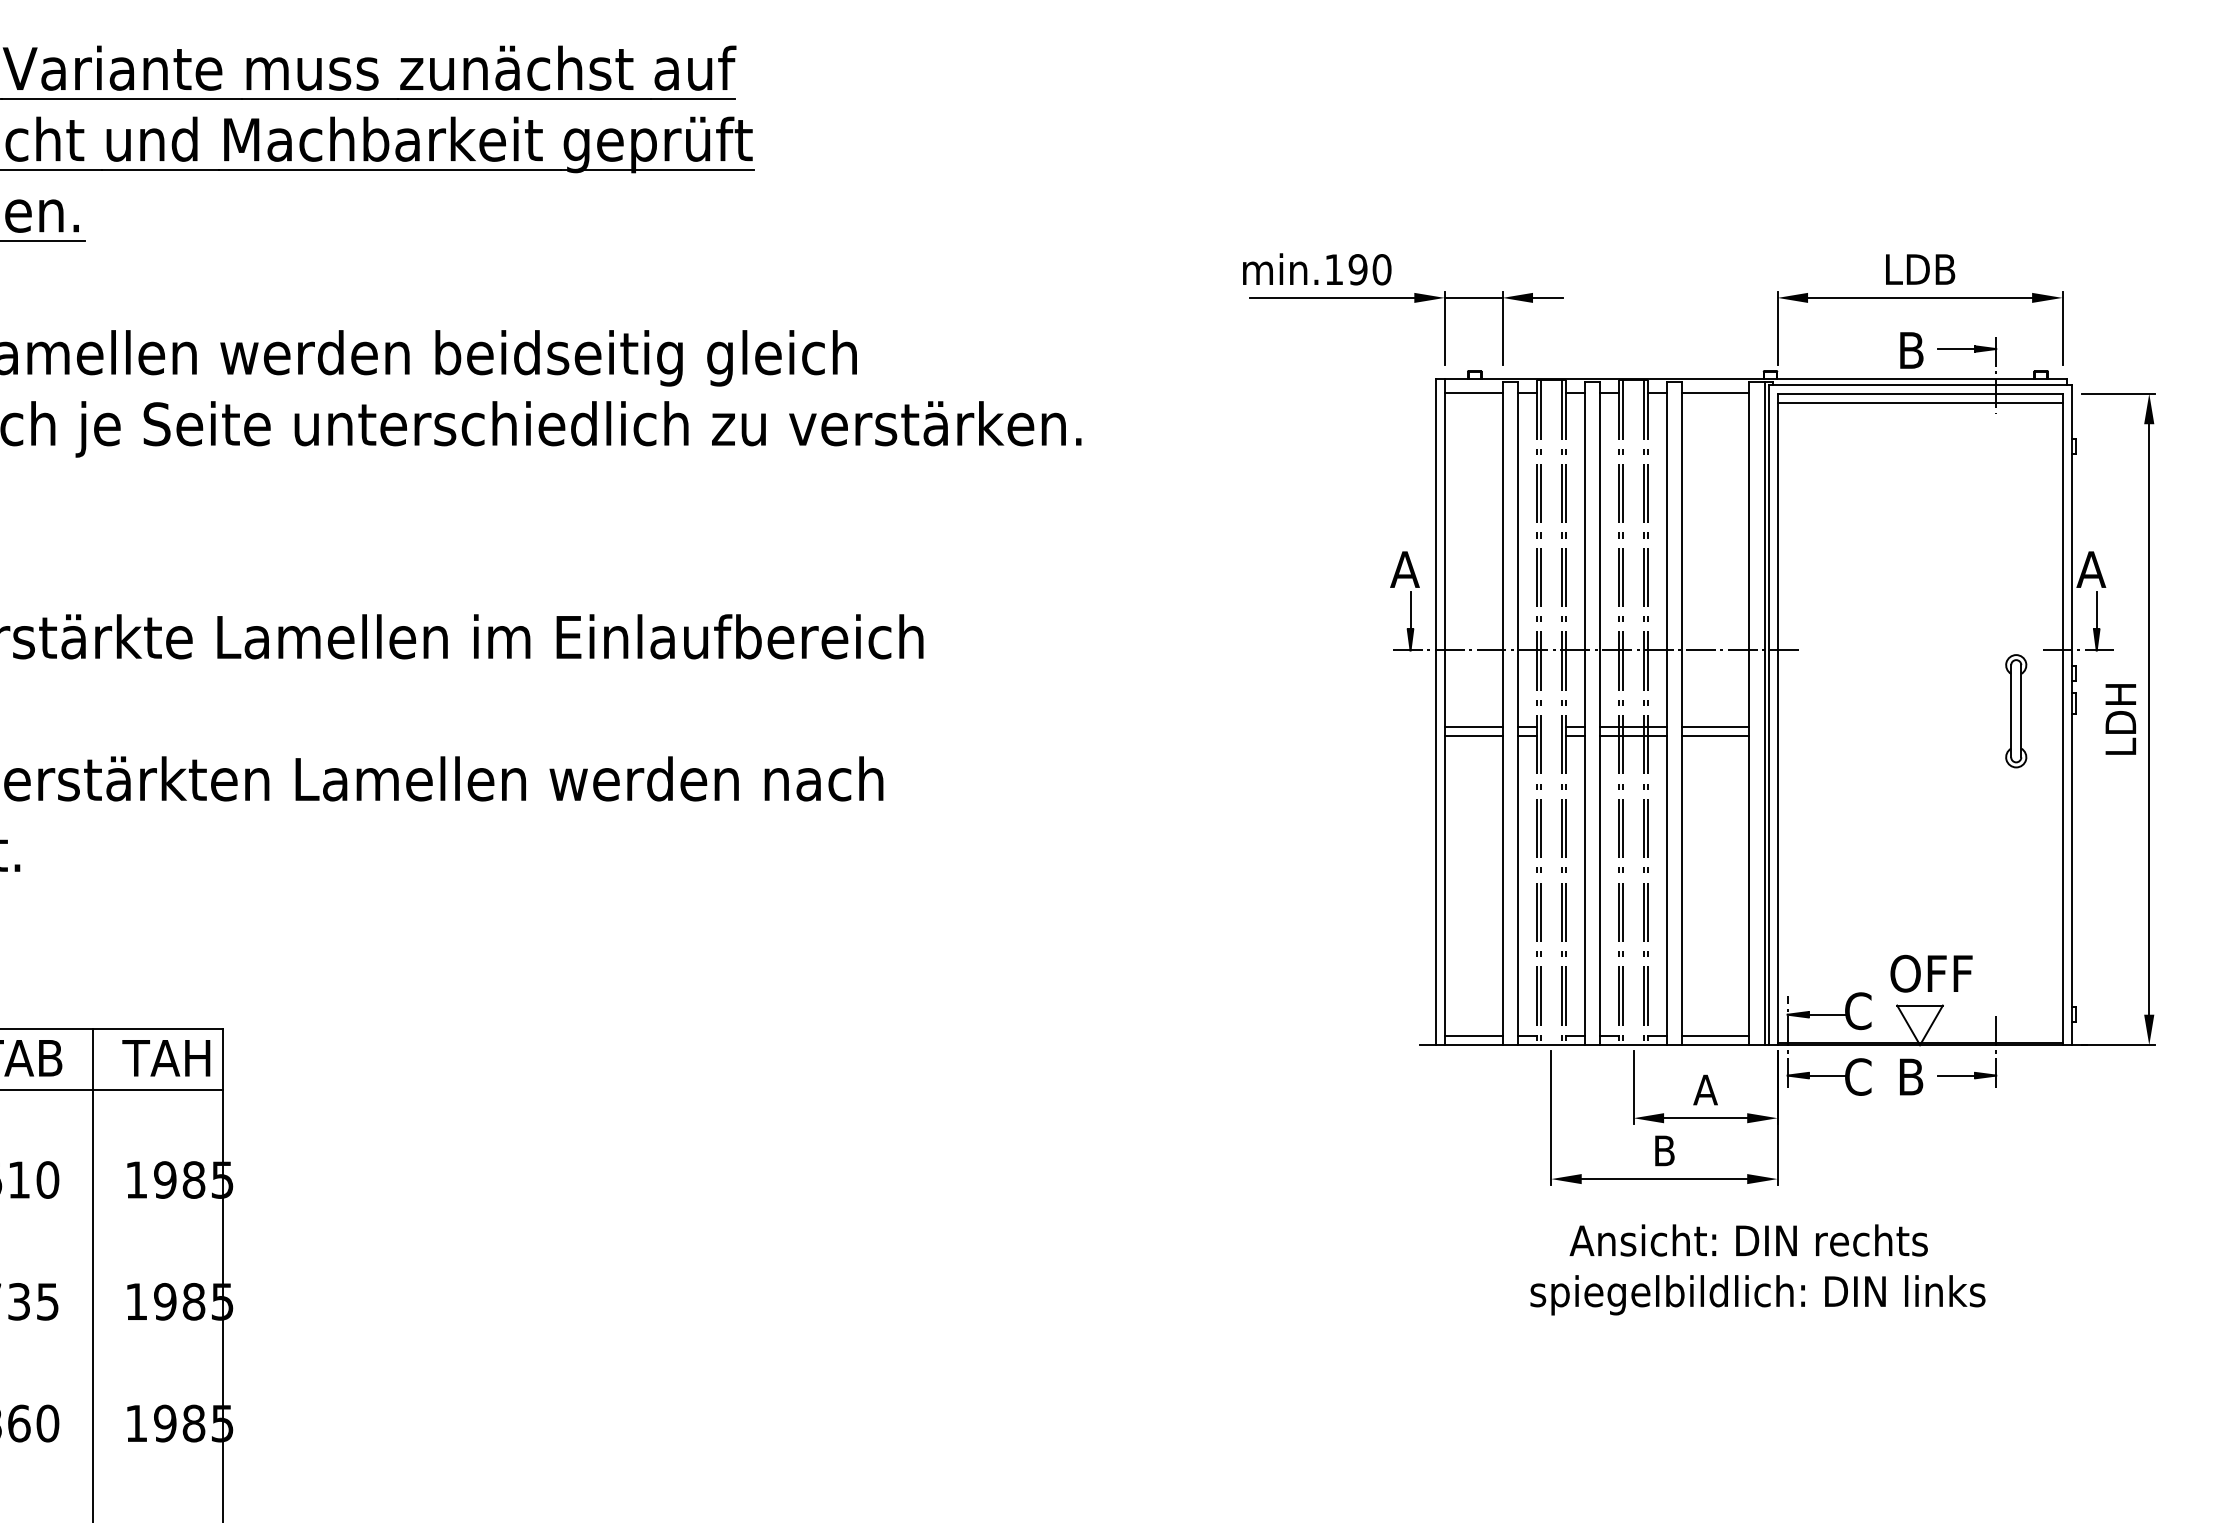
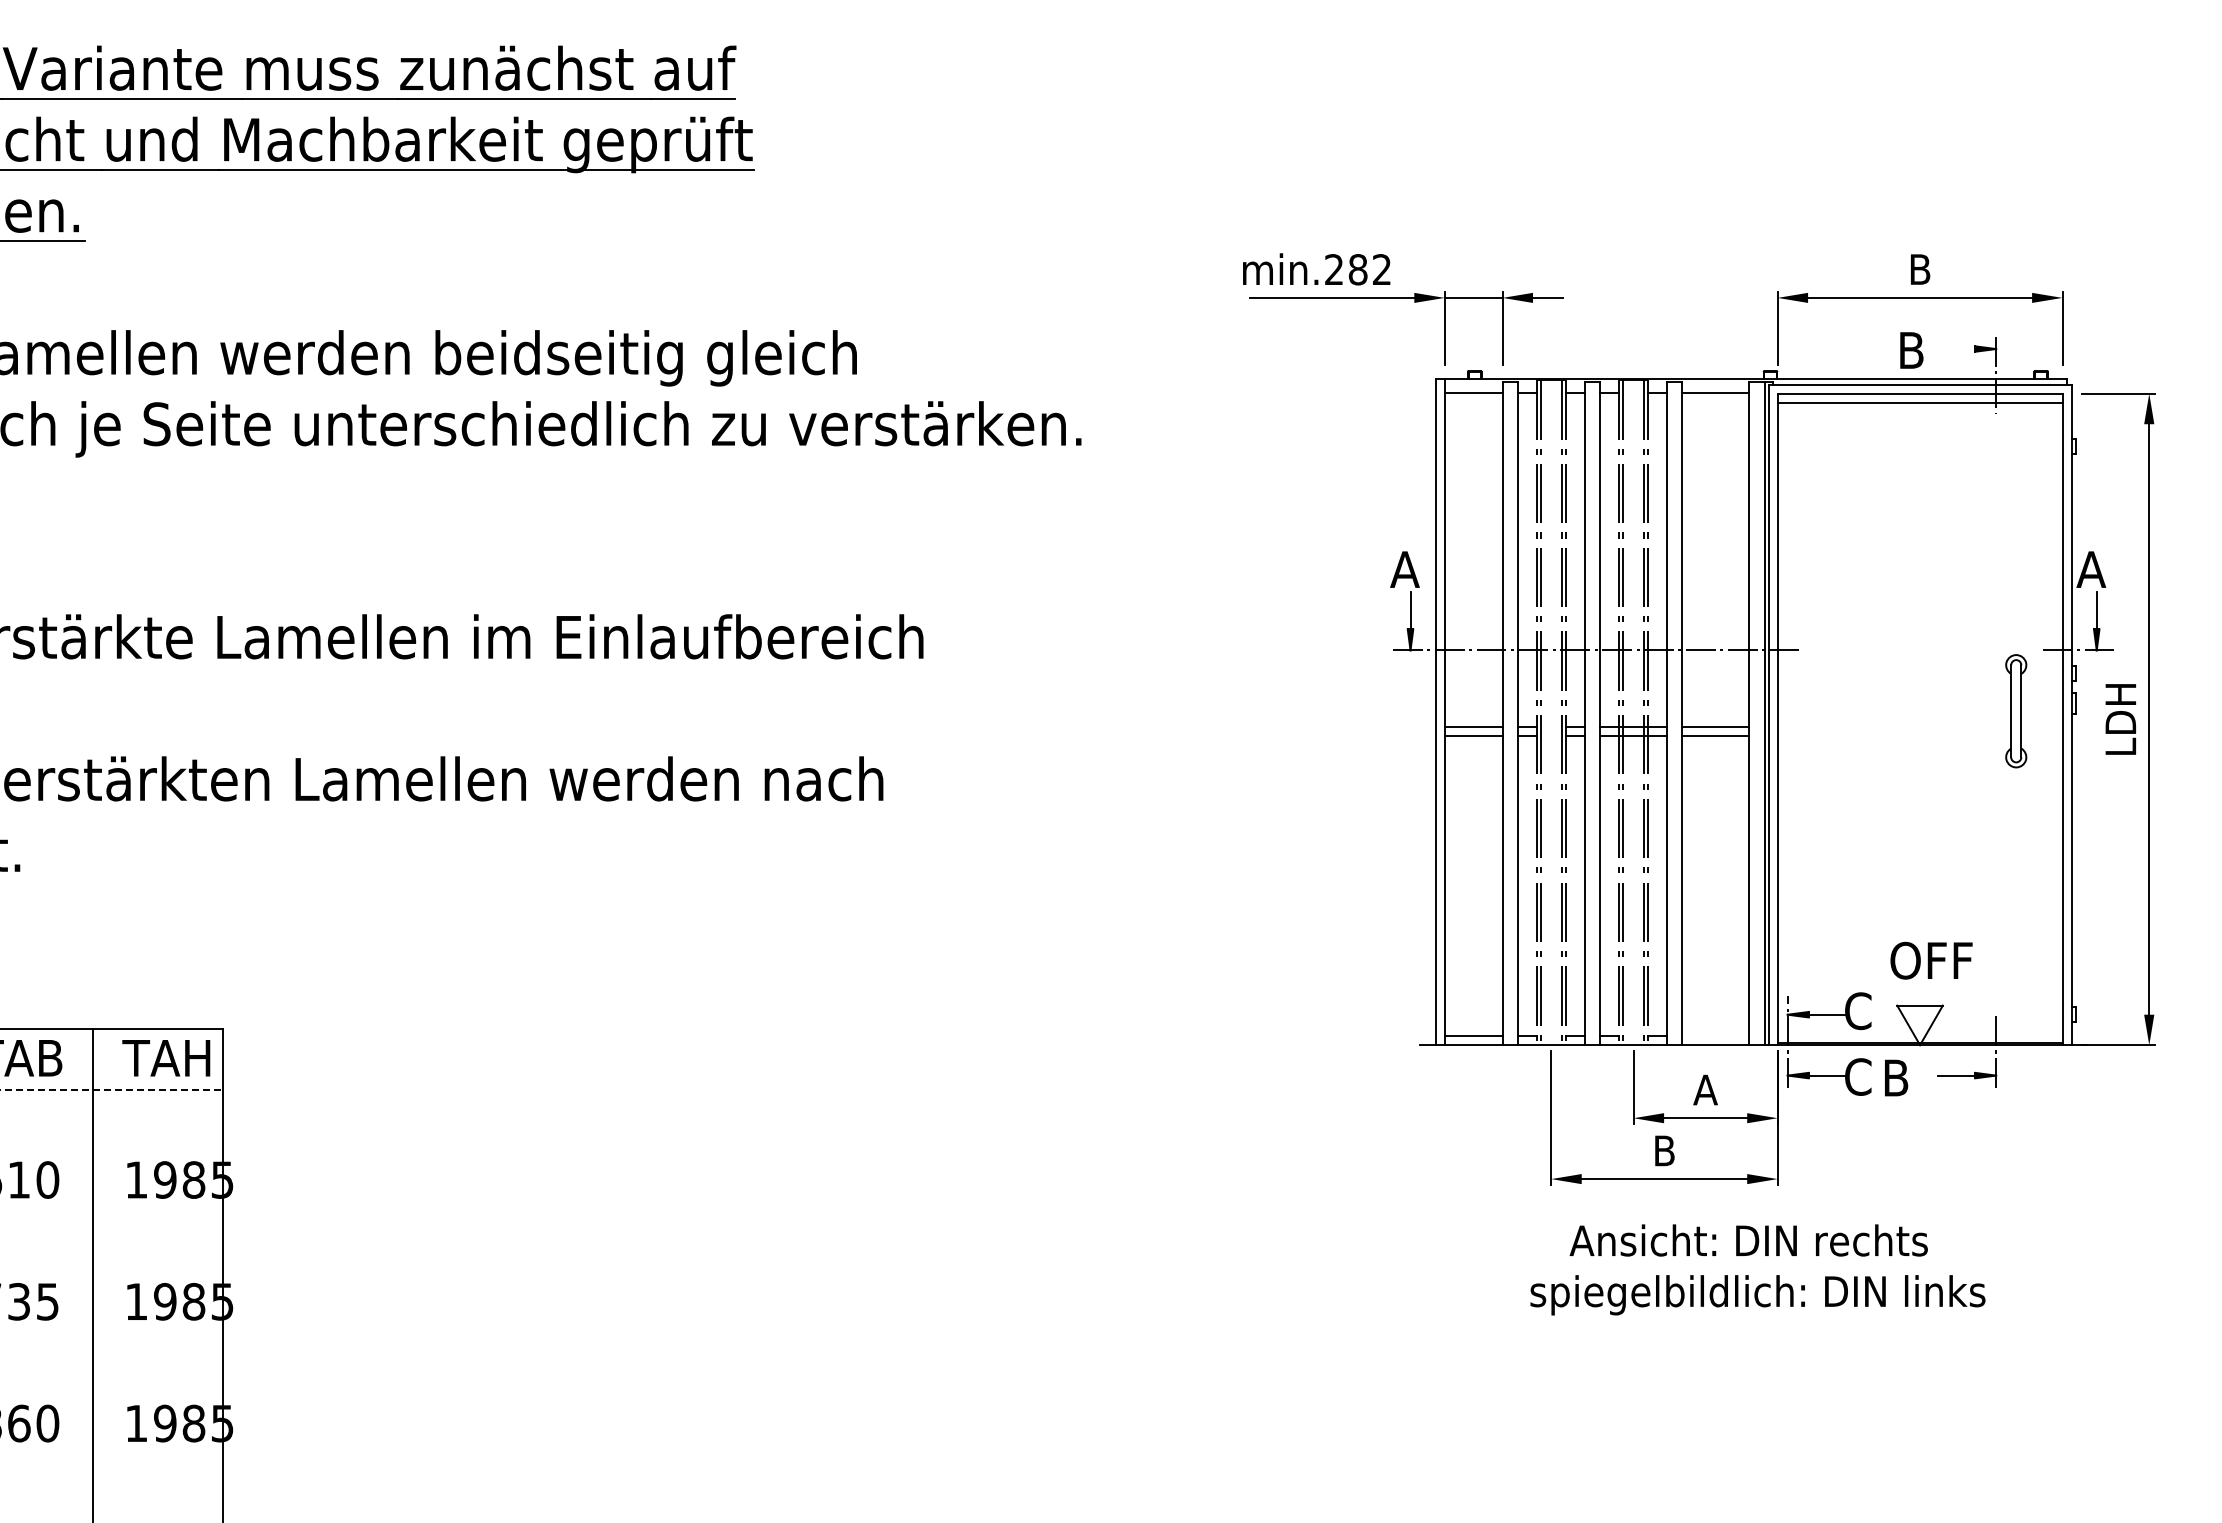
text at (1358, 269): min.190 -> min.282
text at (1920, 269): LDB -> B
line at (1956, 349): present -> none
text at (1931, 973) position: (1931, 973) -> (1931, 960)
line at (1715, 1036): present -> none
text at (1911, 1076) position: (1911, 1076) -> (1896, 1077)
line at (112, 1089): solid -> dashed
